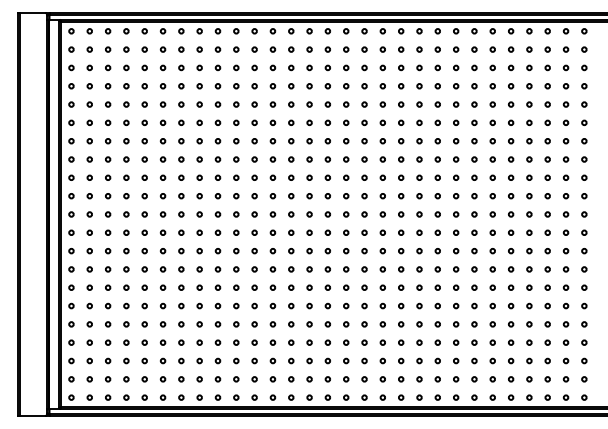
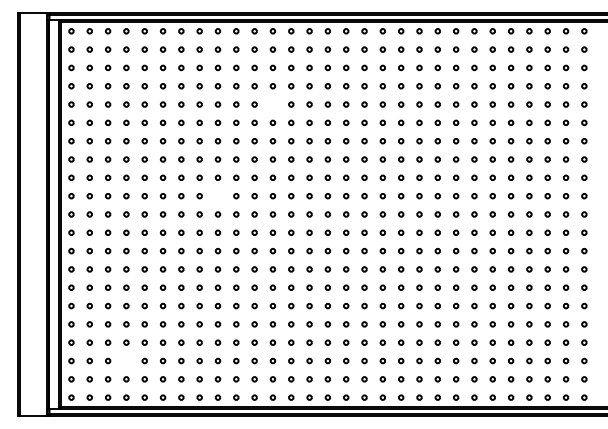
circle at (272, 104): present -> none
circle at (217, 196): present -> none
circle at (126, 360): present -> none
